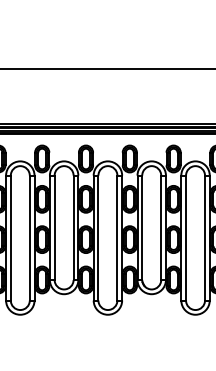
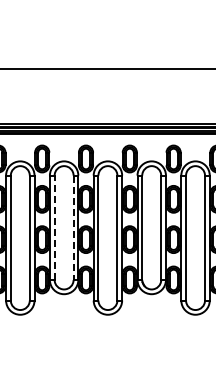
line at (54, 227): solid -> dashed
line at (73, 228): solid -> dashed
